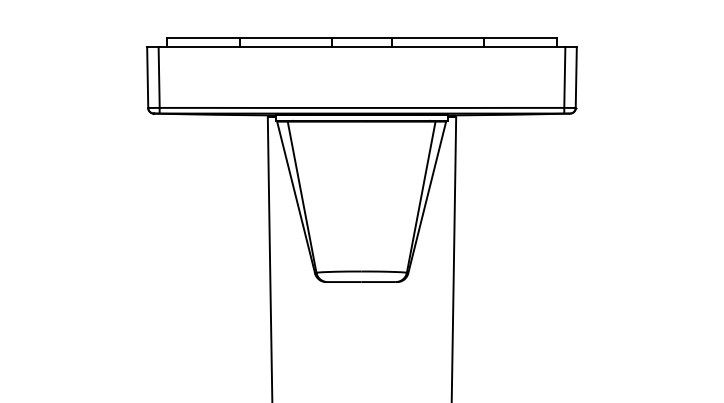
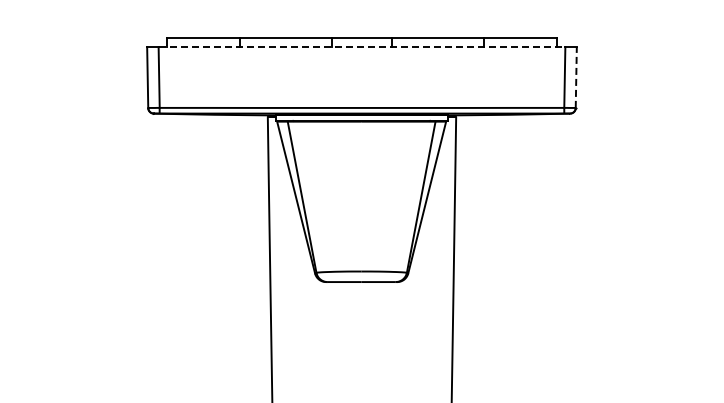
line at (362, 47): solid -> dashed
line at (576, 76): solid -> dashed
